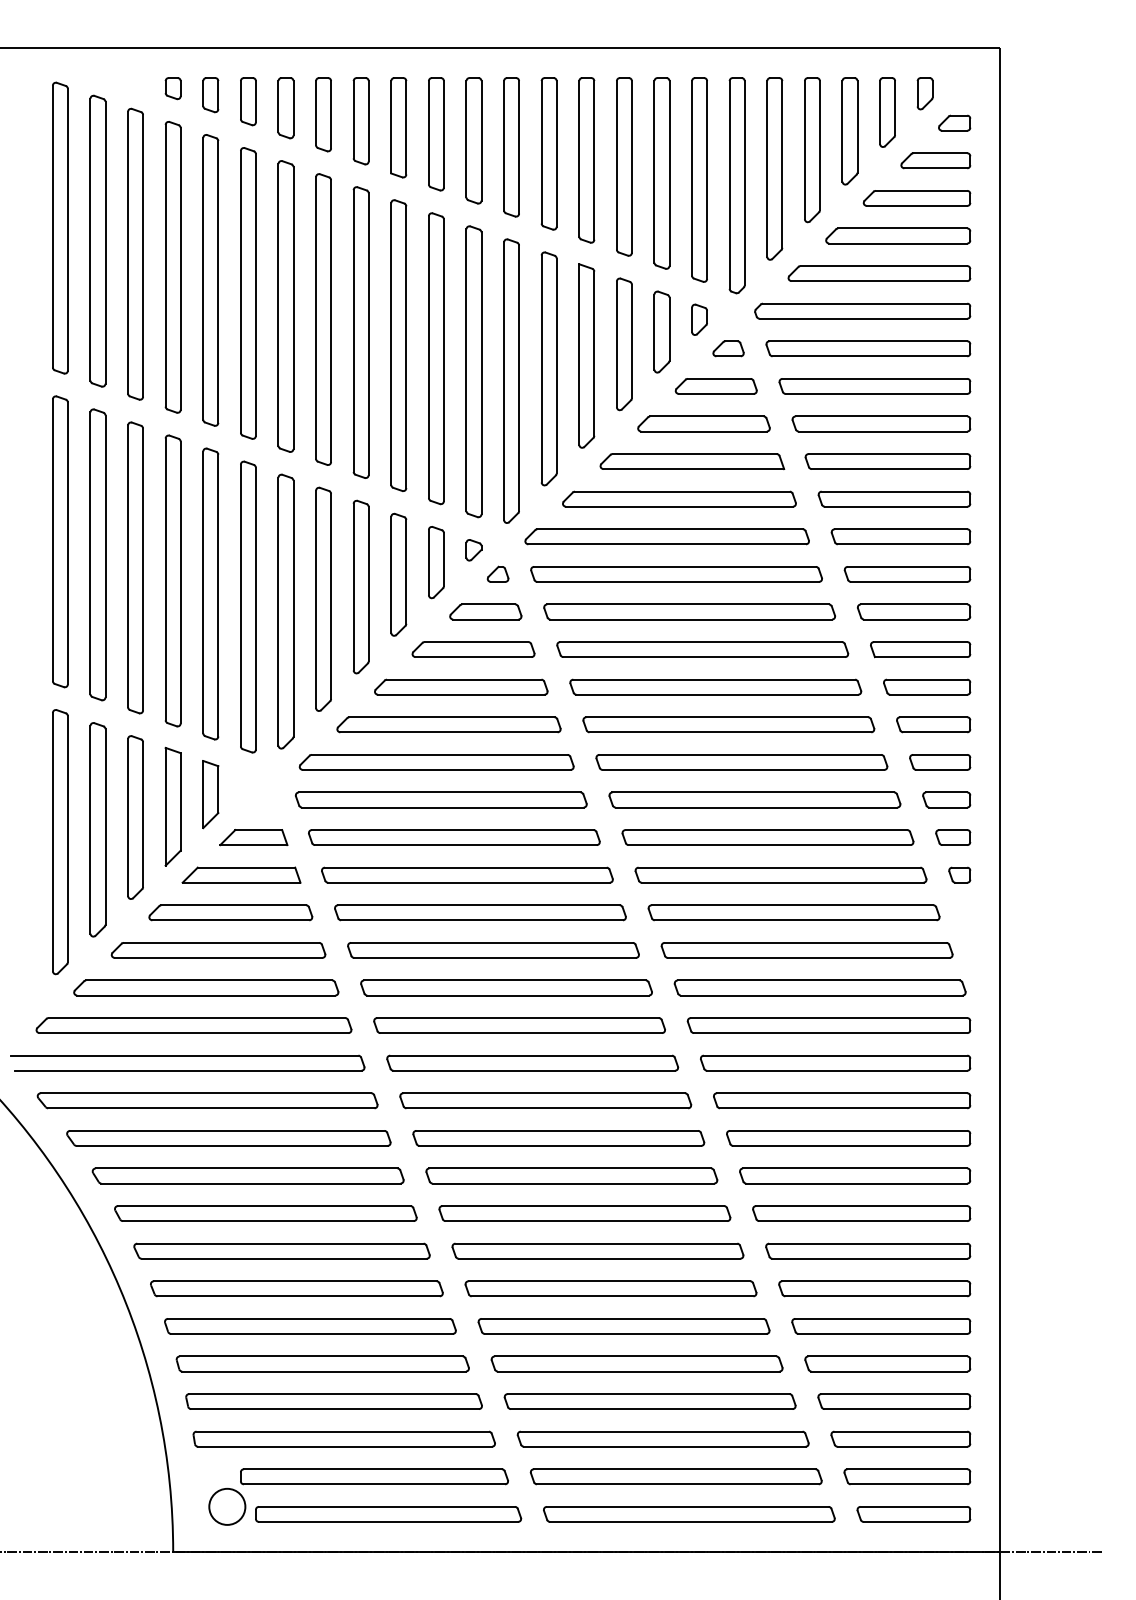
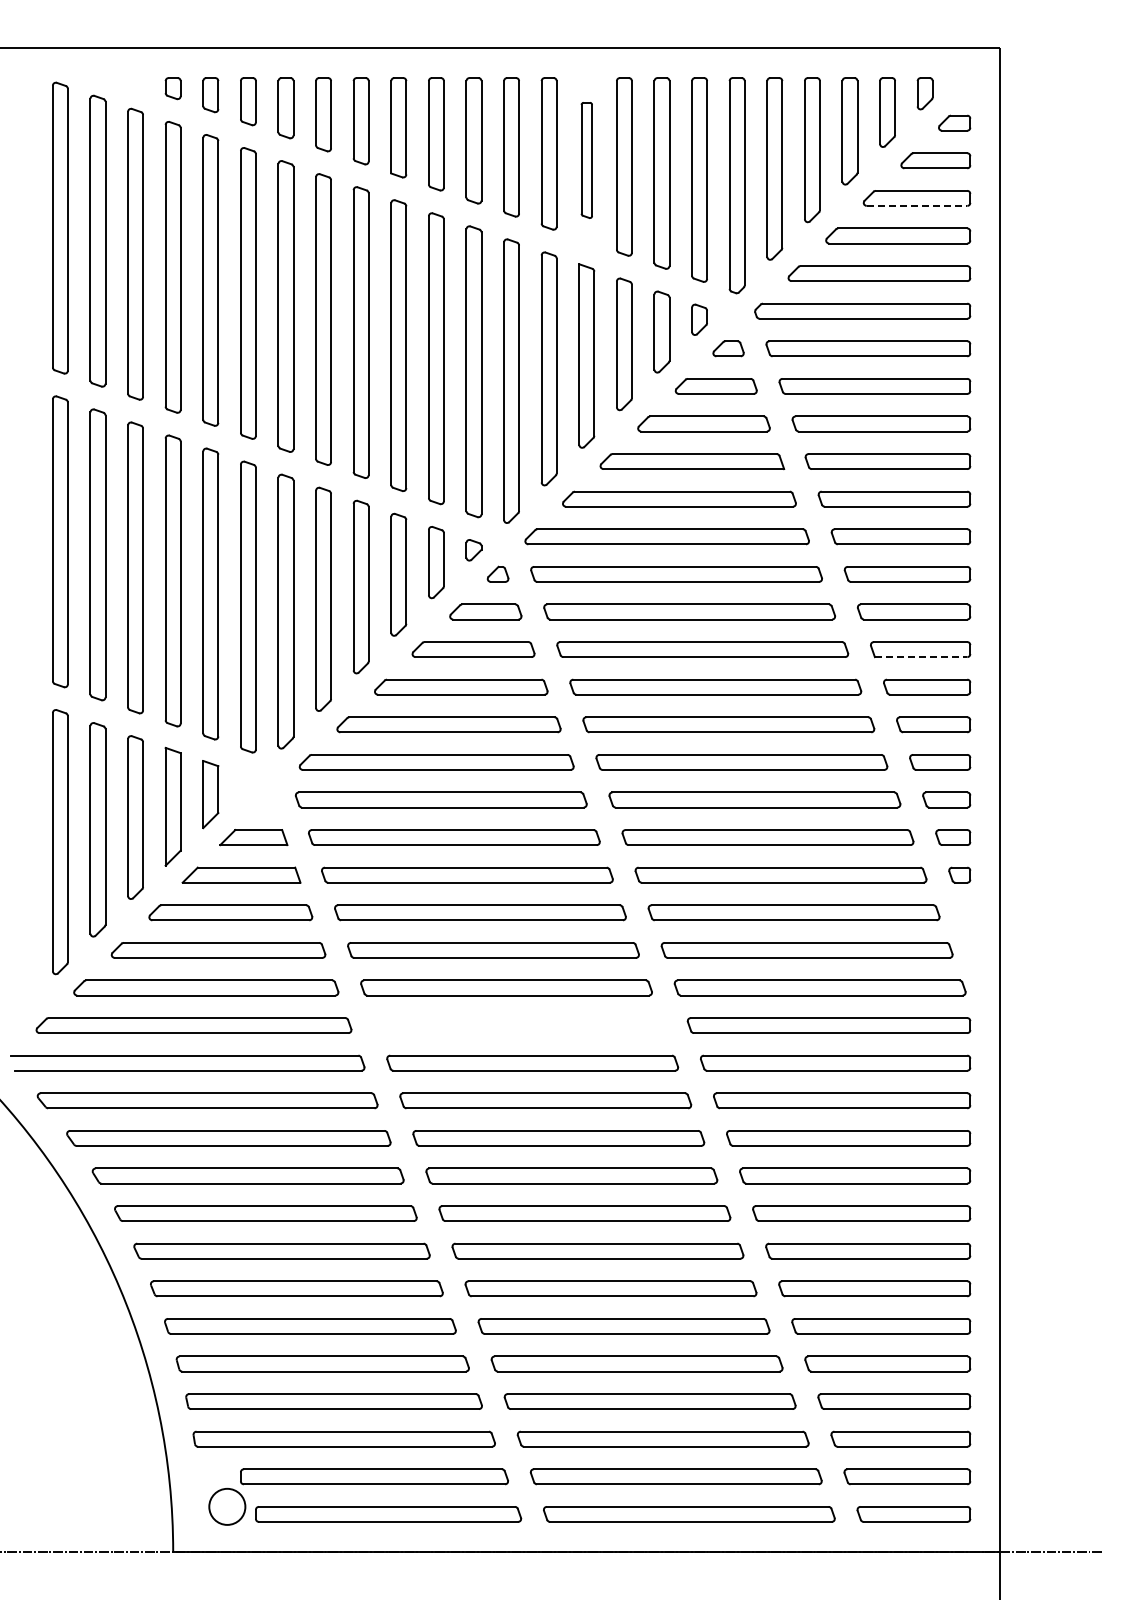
part at (586, 160) size: 18x167 px -> 13x117 px
line at (917, 205): solid -> dashed
line at (921, 657): solid -> dashed
part at (519, 1025): present -> none
